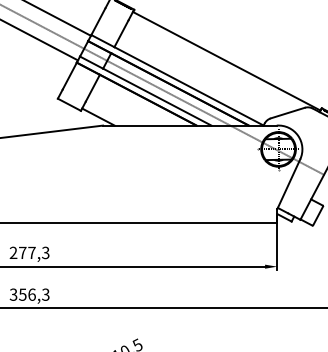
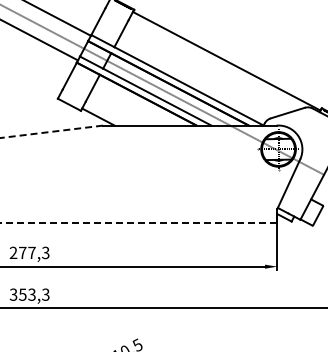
line at (51, 131): solid -> dashed
line at (138, 223): solid -> dashed
text at (31, 294): 356,3 -> 353,3
